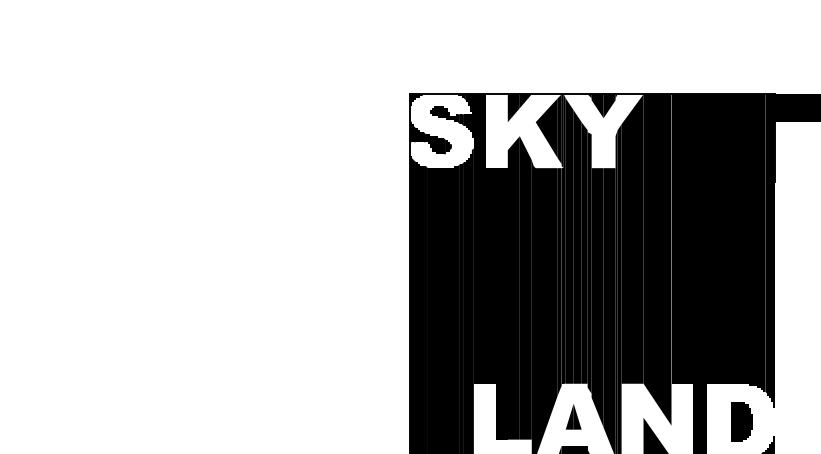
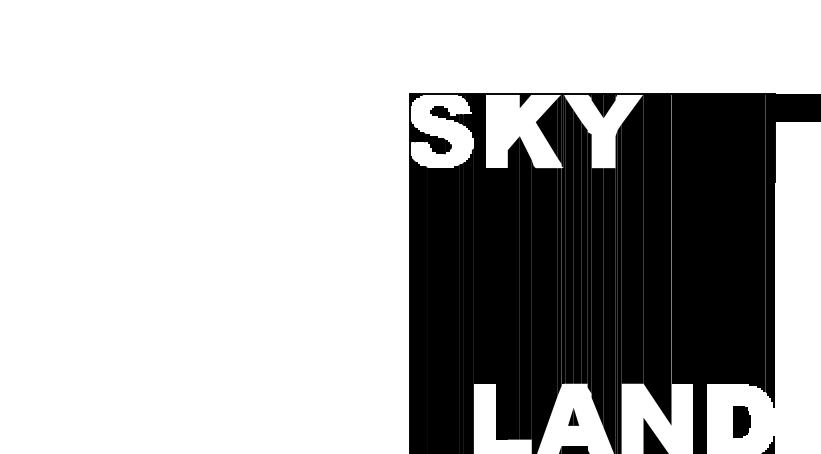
fill at (513, 108): present -> none
part at (573, 416) size: 17x26 px -> 11x18 px
part at (741, 421) size: 22x40 px -> 18x32 px
